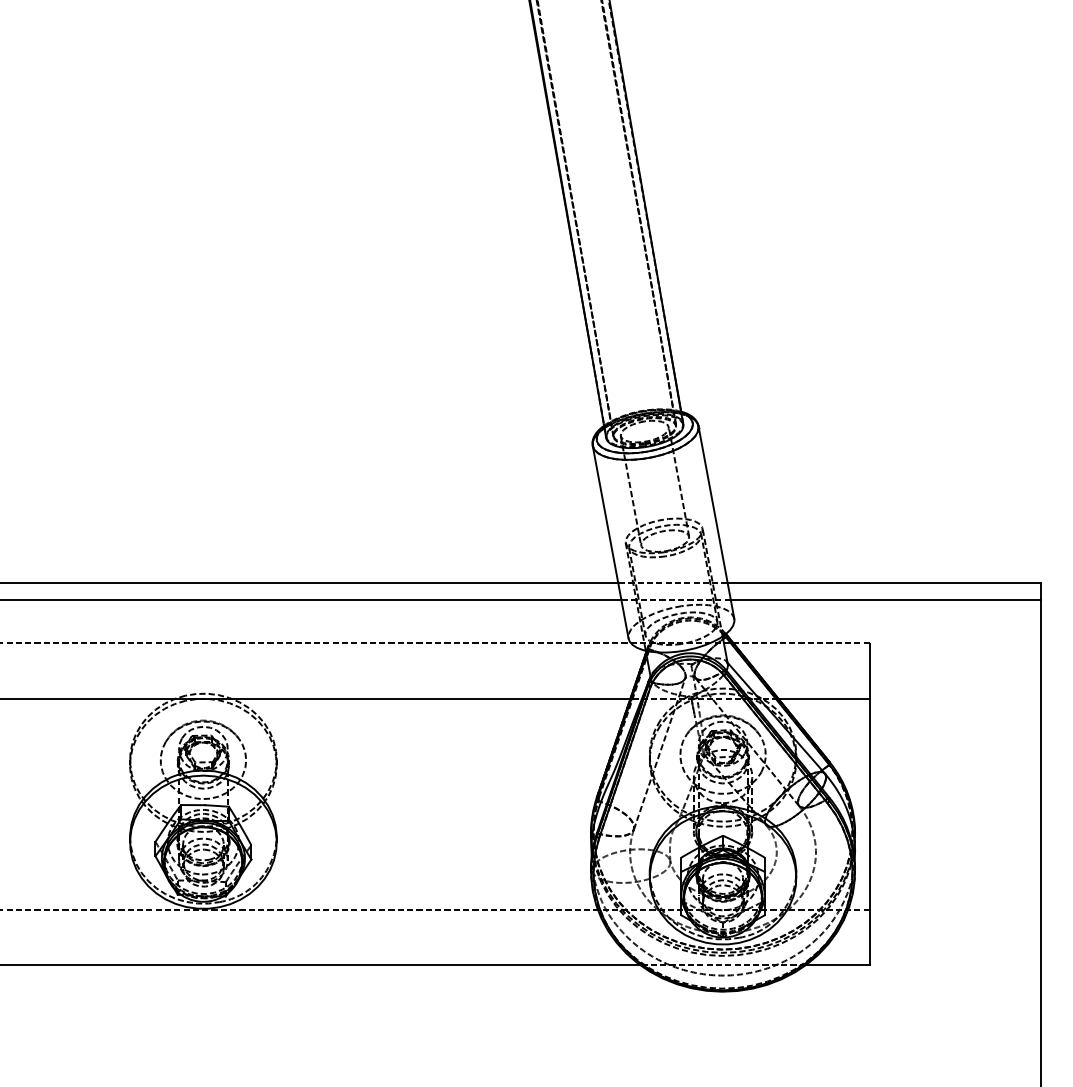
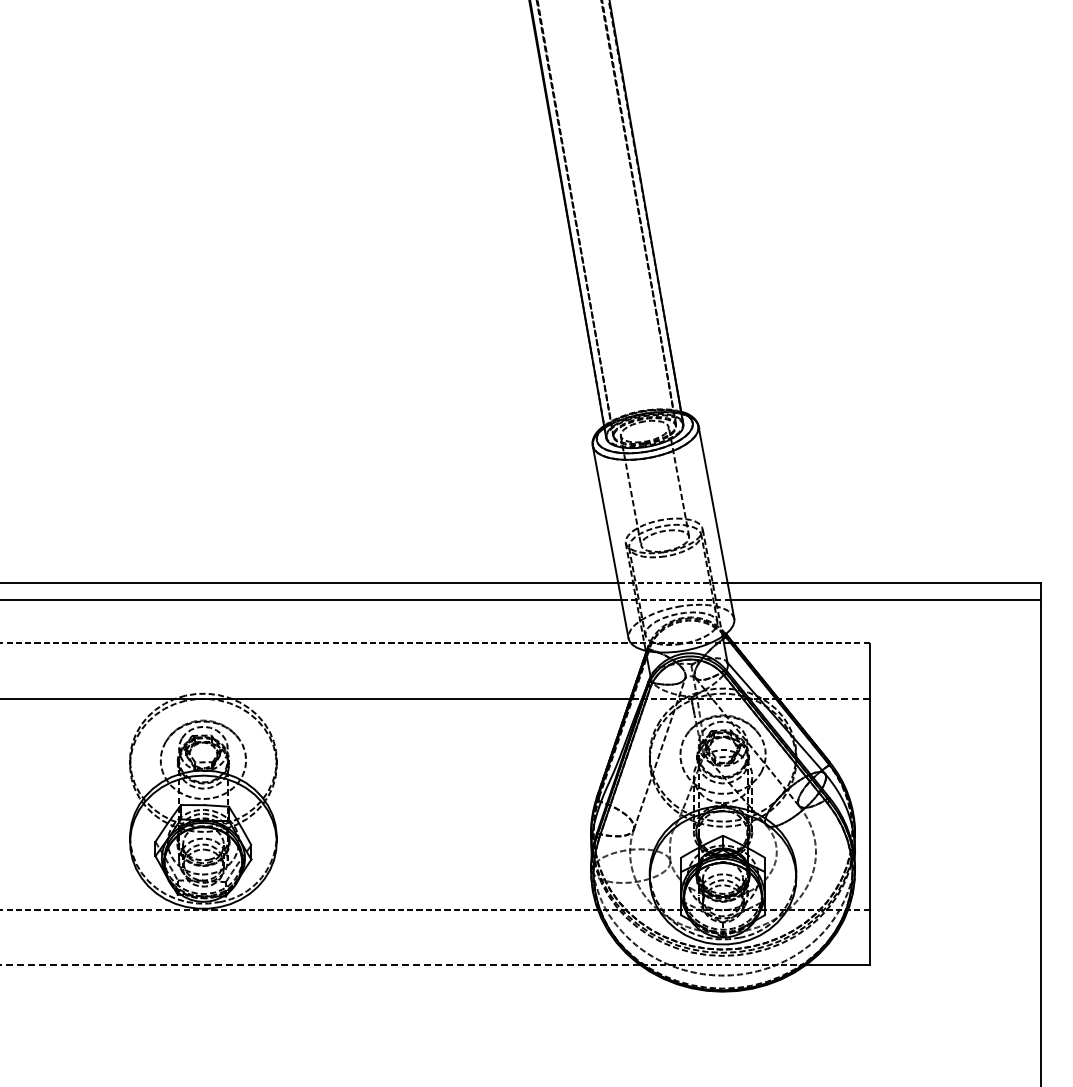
line at (824, 698): solid -> dashed
line at (320, 965): solid -> dashed
